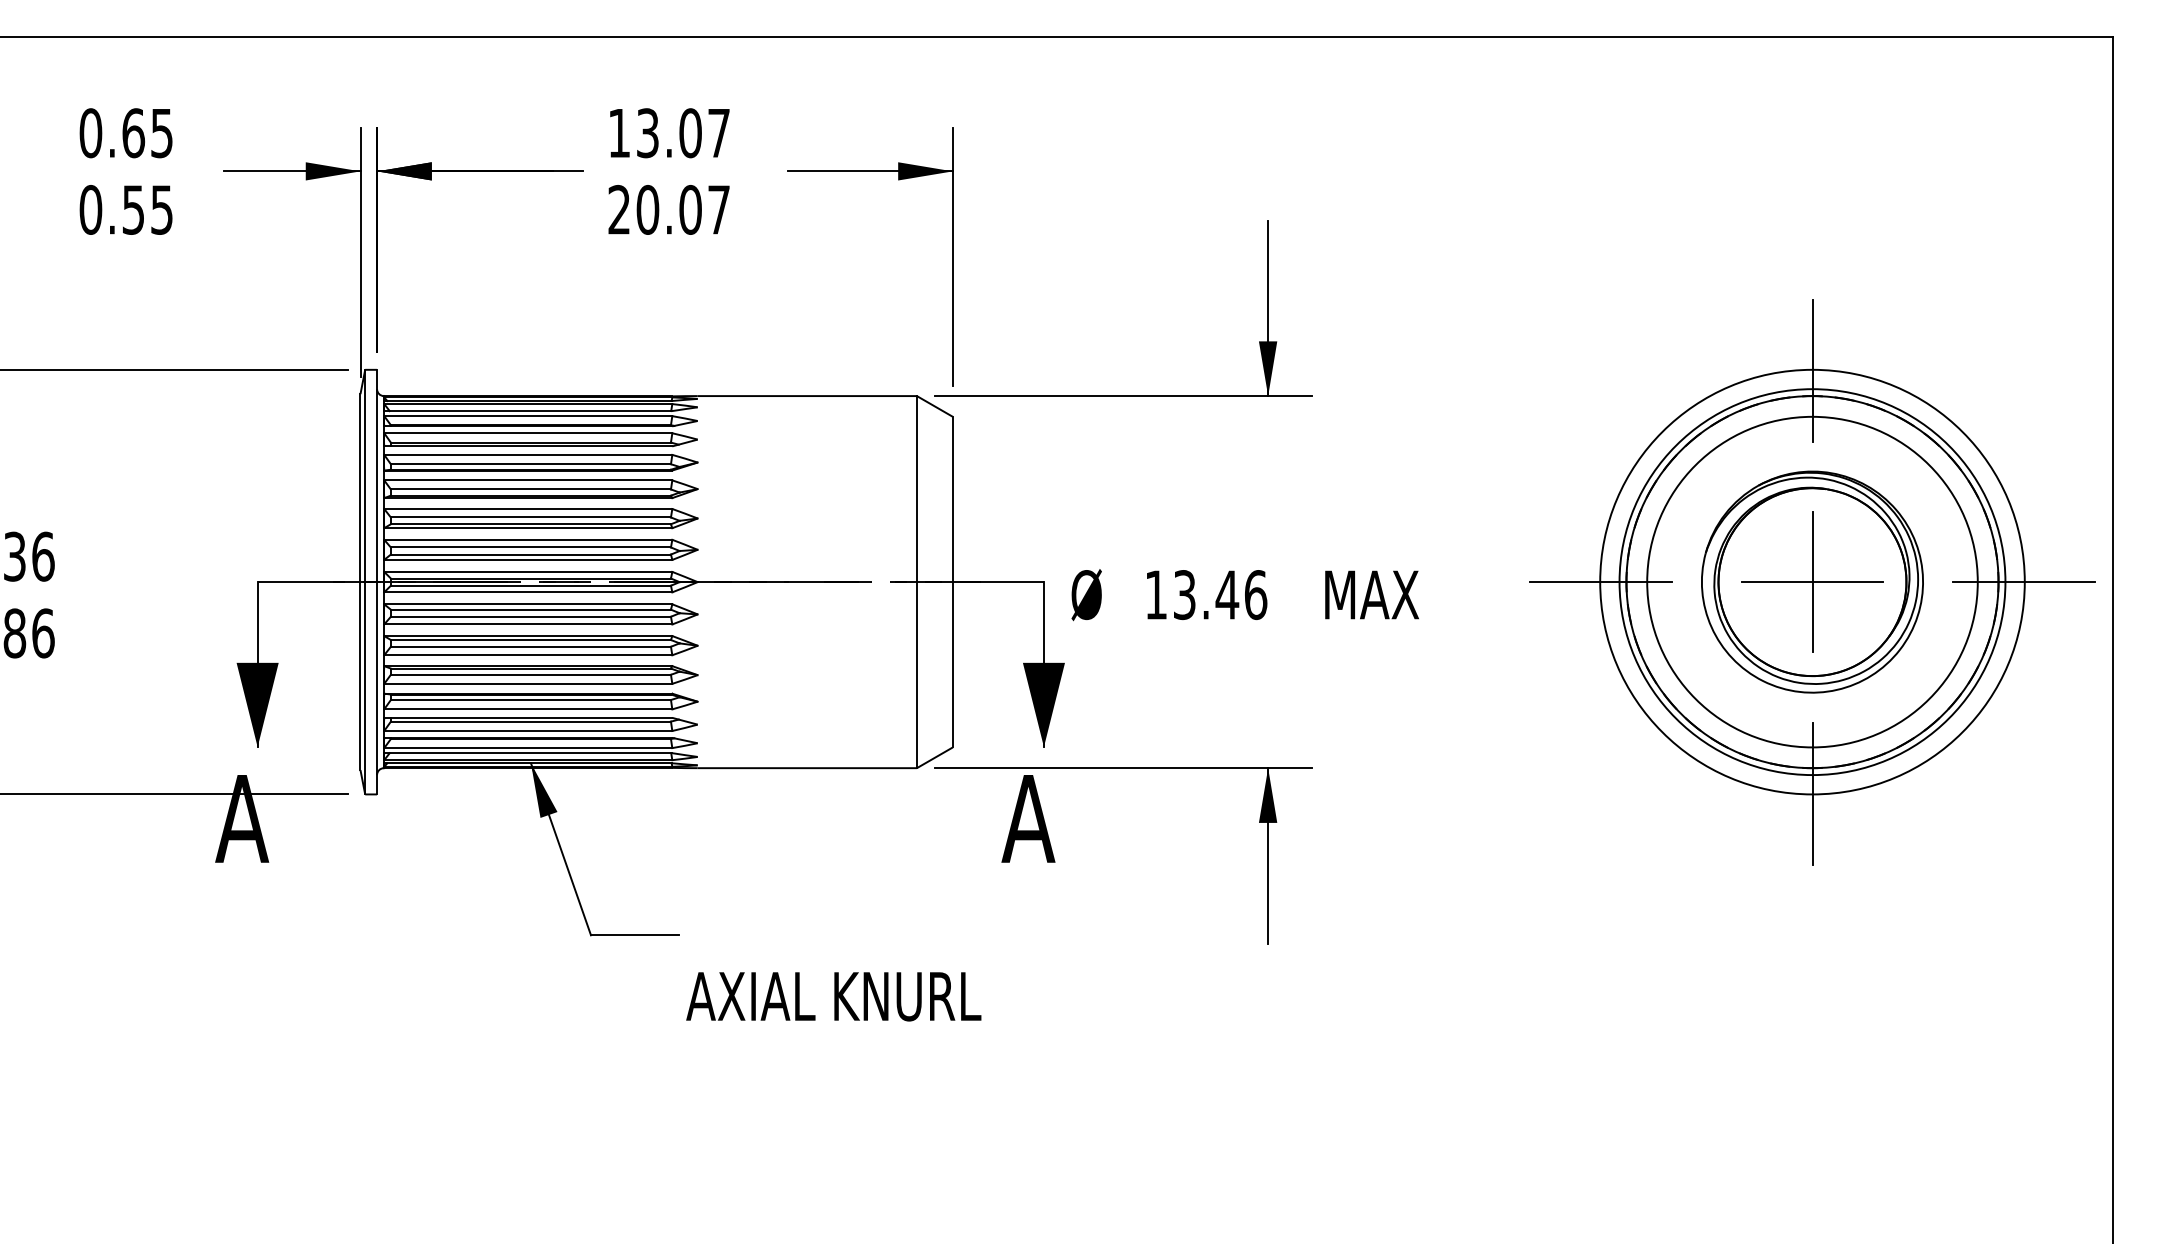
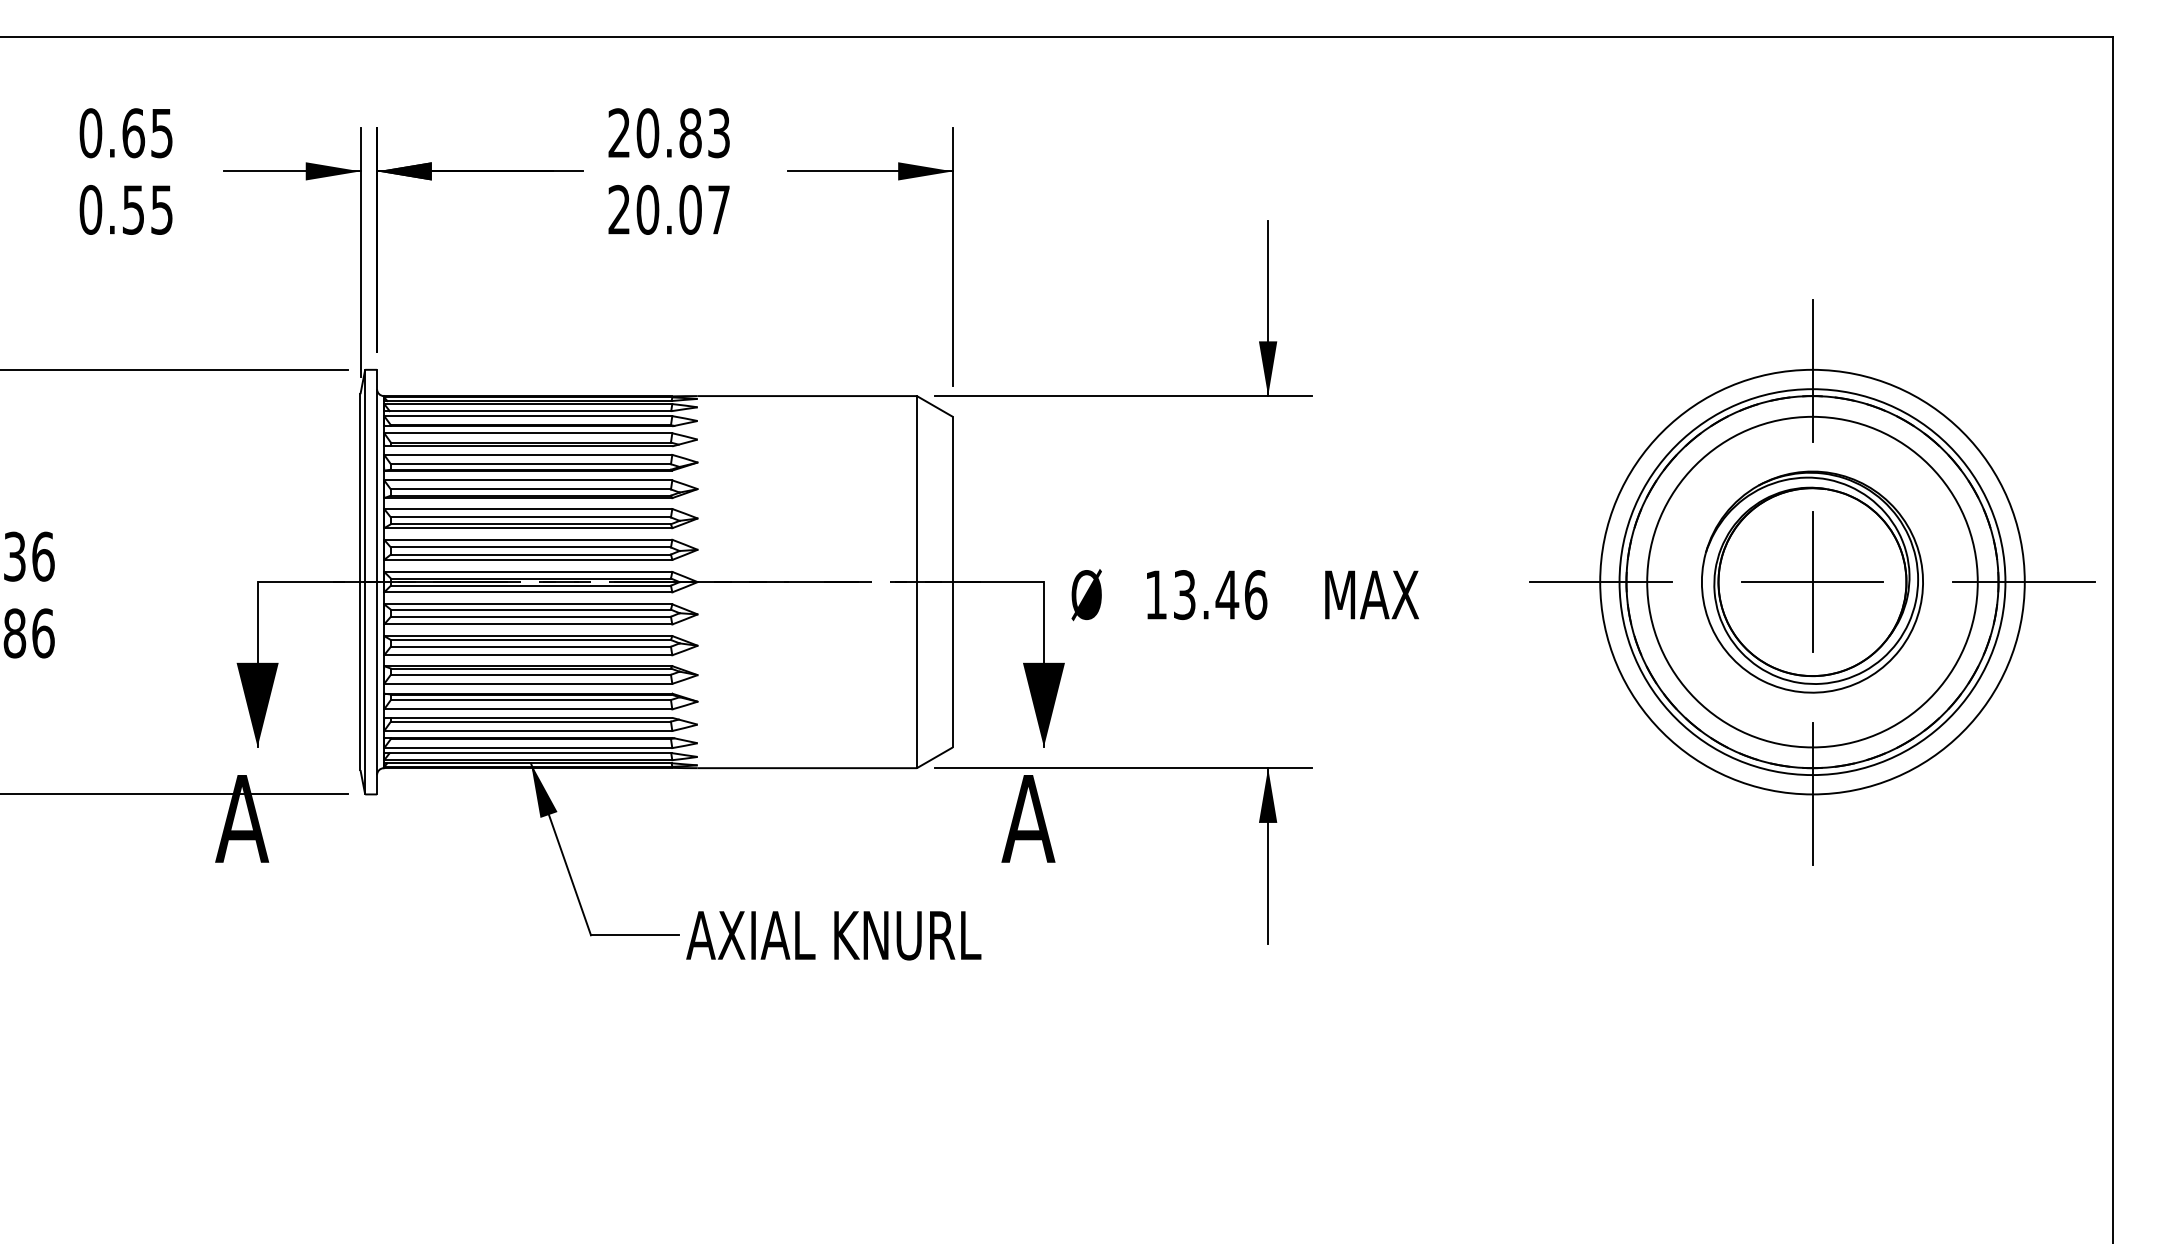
text at (668, 133): 13.07 -> 20.83
text at (833, 996) position: (833, 996) -> (833, 935)
